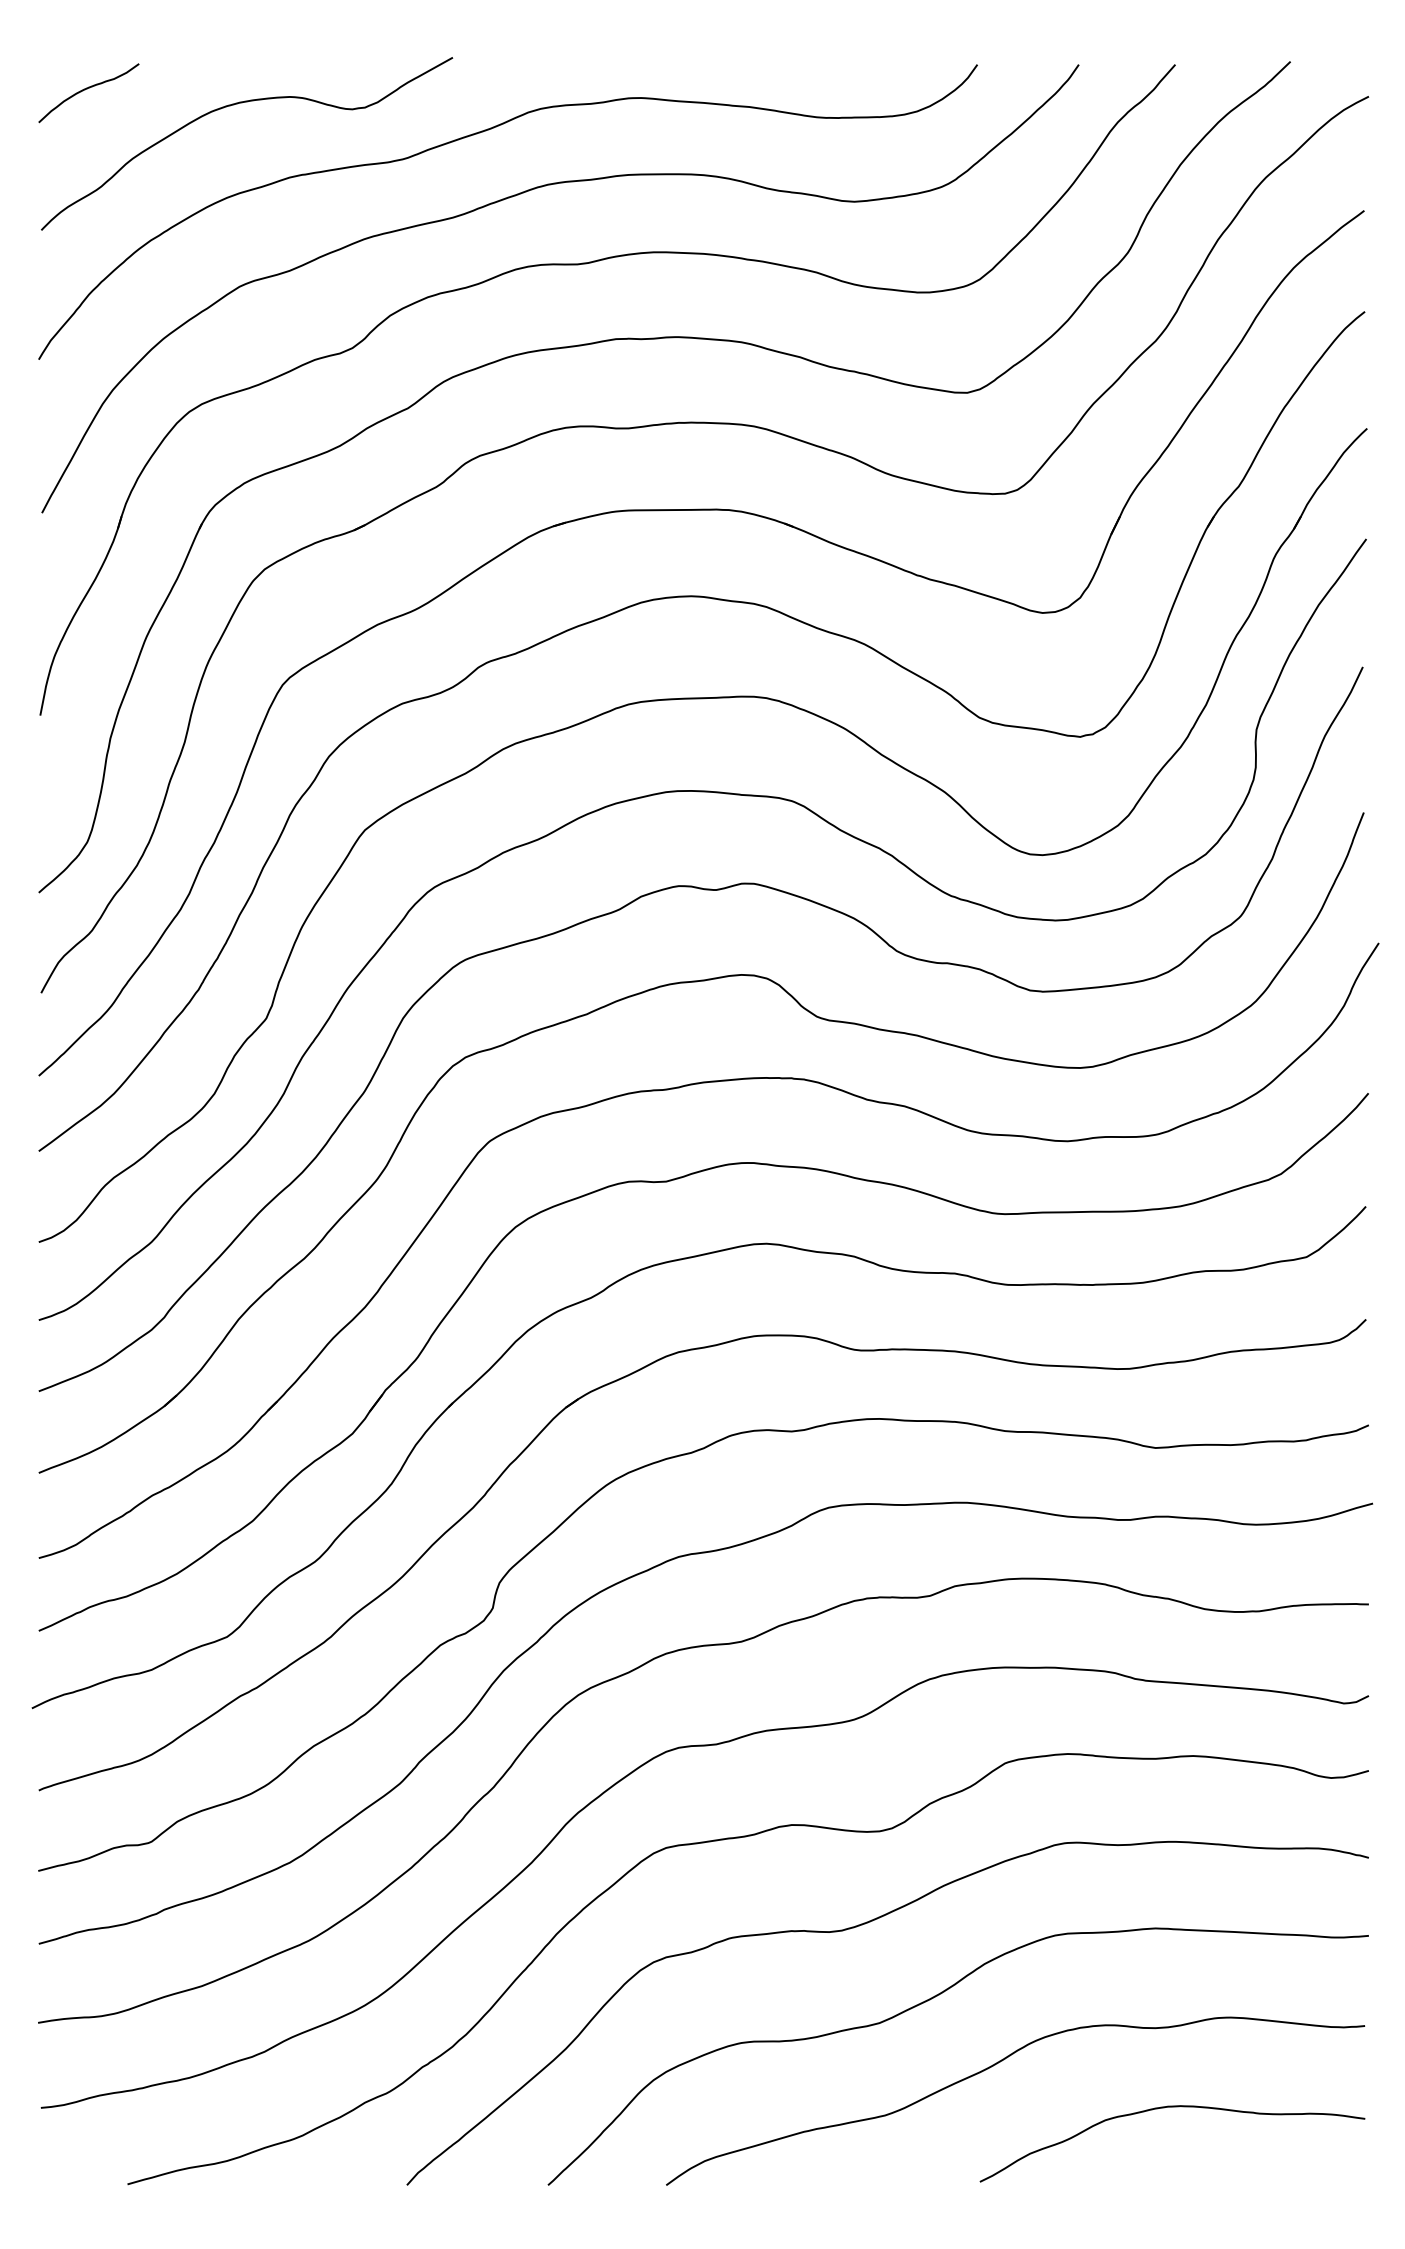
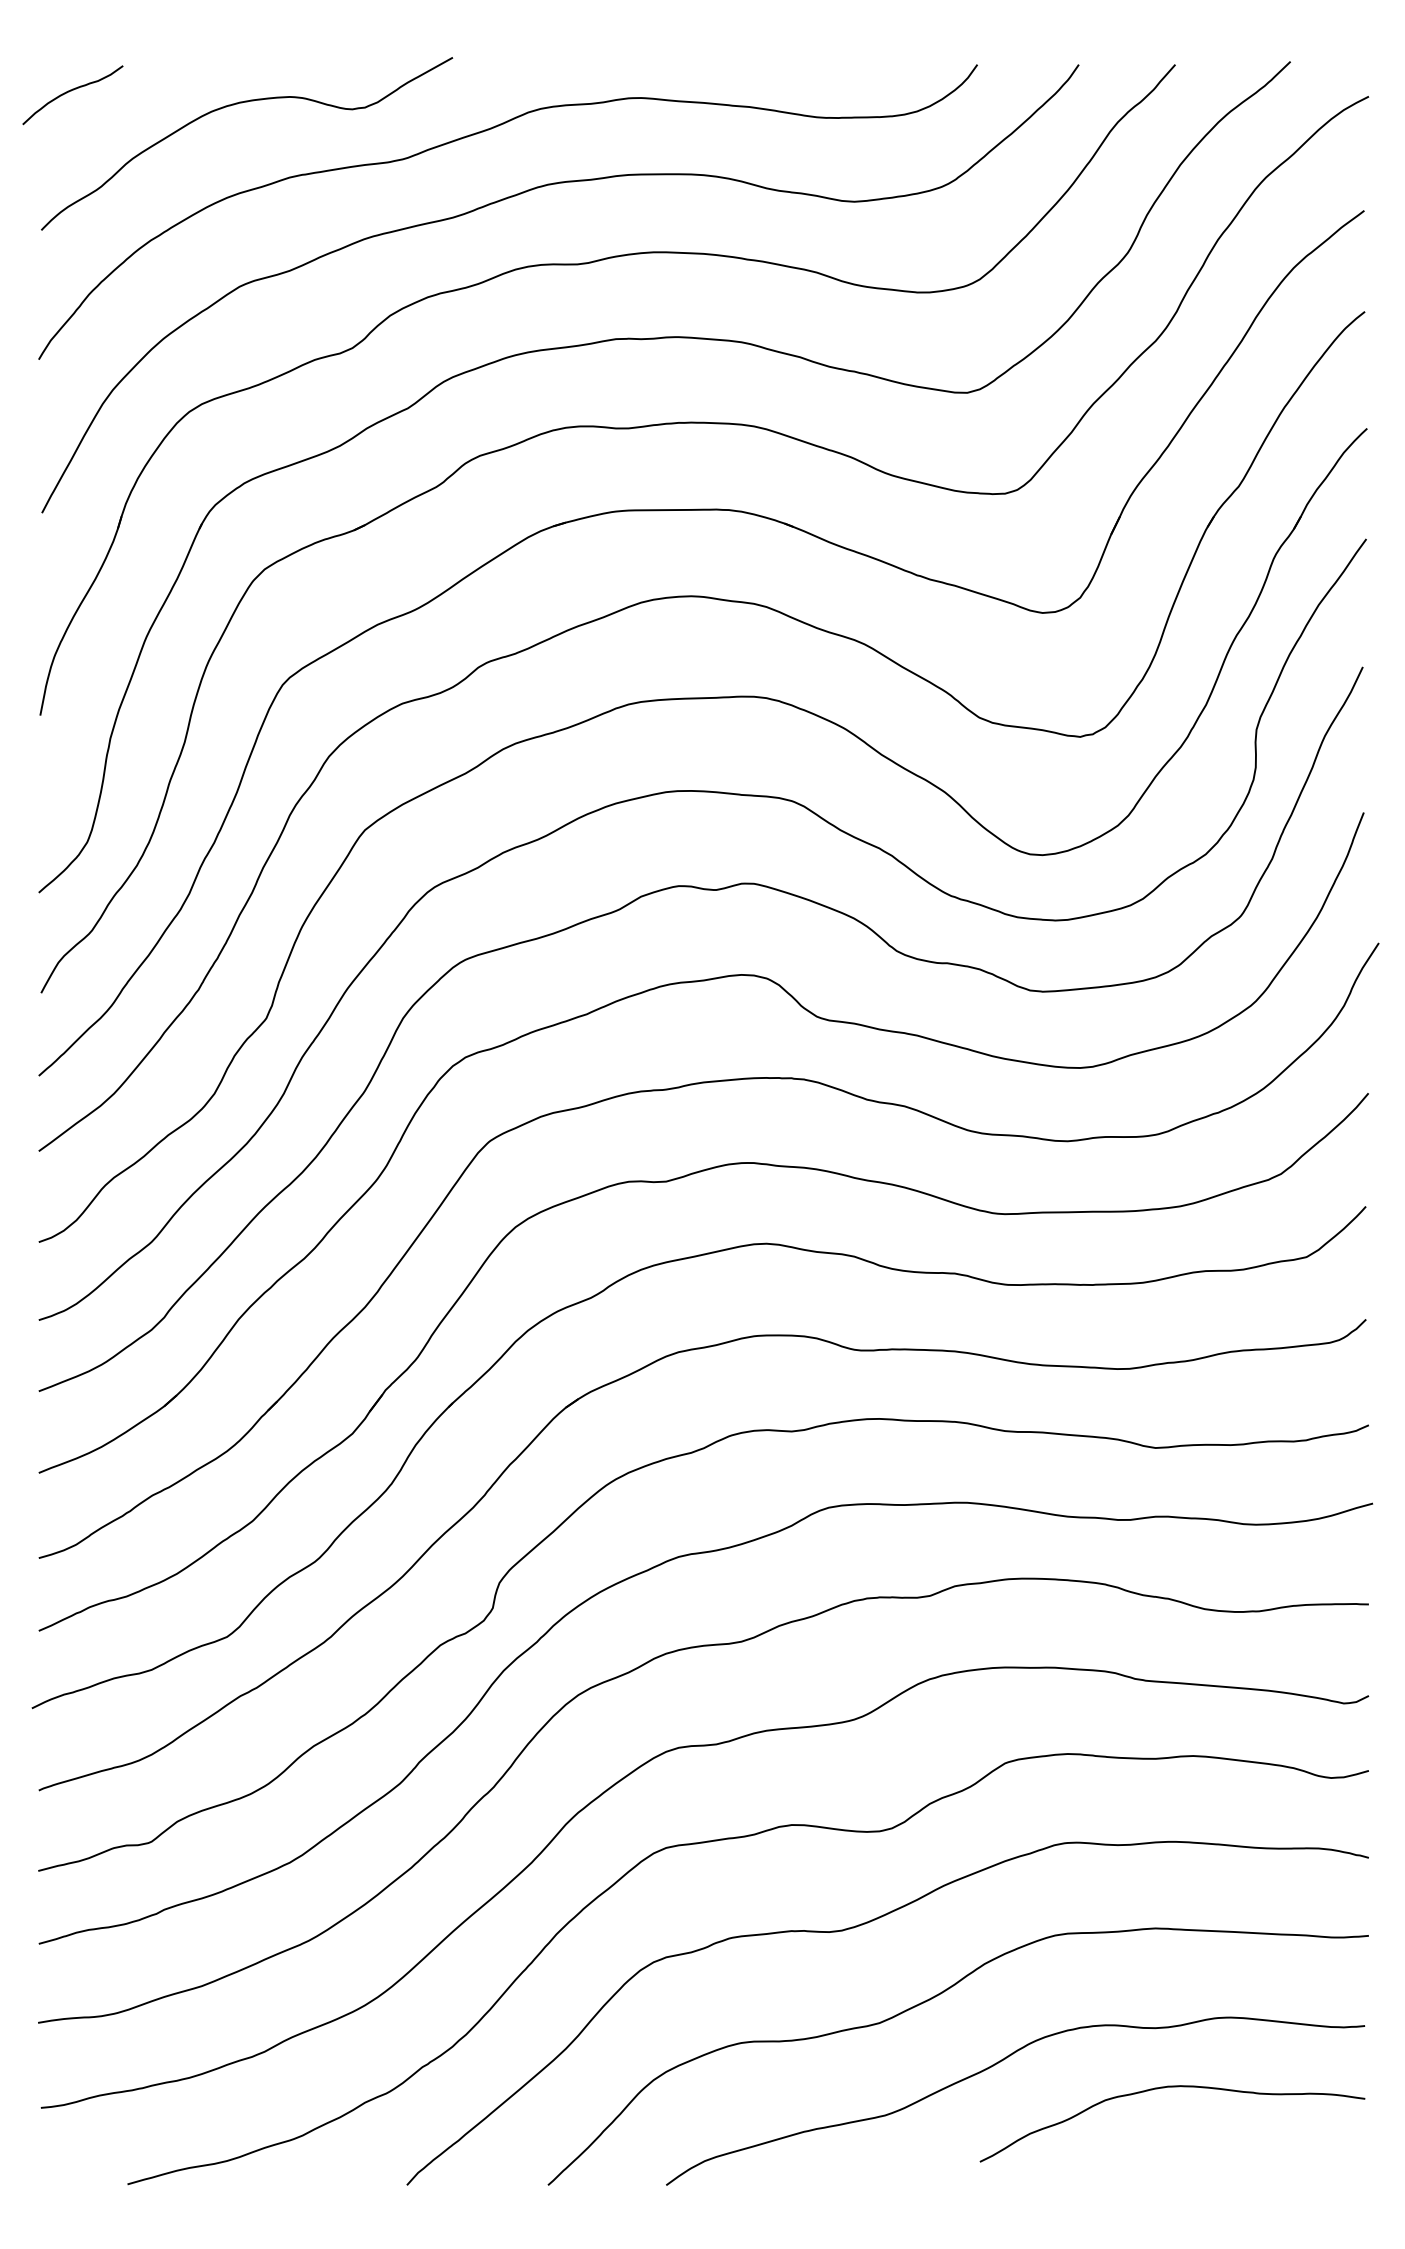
curve at (87, 89) position: (87, 89) -> (71, 91)
curve at (1164, 2108) position: (1164, 2108) -> (1164, 2088)
